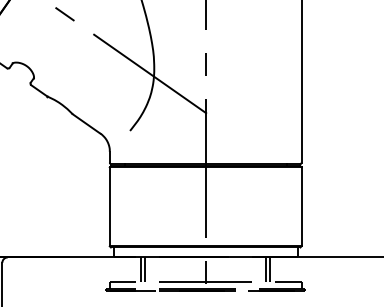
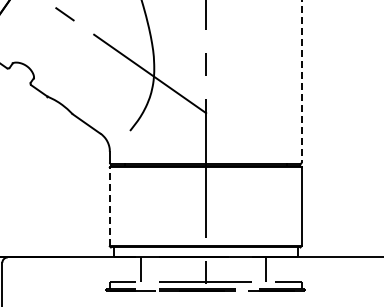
line at (301, 81): solid -> dashed
line at (109, 206): solid -> dashed
line at (144, 269): present -> none
line at (270, 269): present -> none
